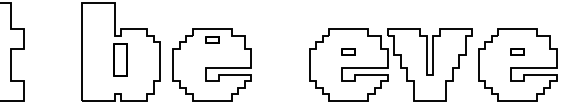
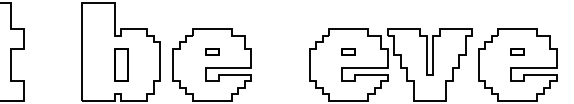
part at (212, 39) position: (212, 39) -> (212, 51)
part at (120, 59) position: (120, 59) -> (121, 64)
